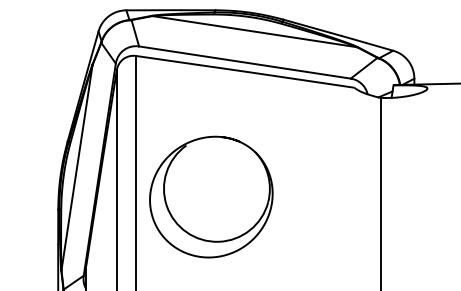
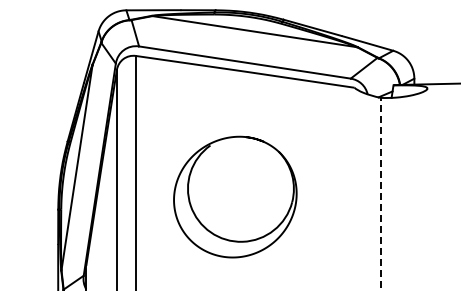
line at (380, 193): solid -> dashed
part at (211, 196) position: (211, 196) -> (235, 196)
